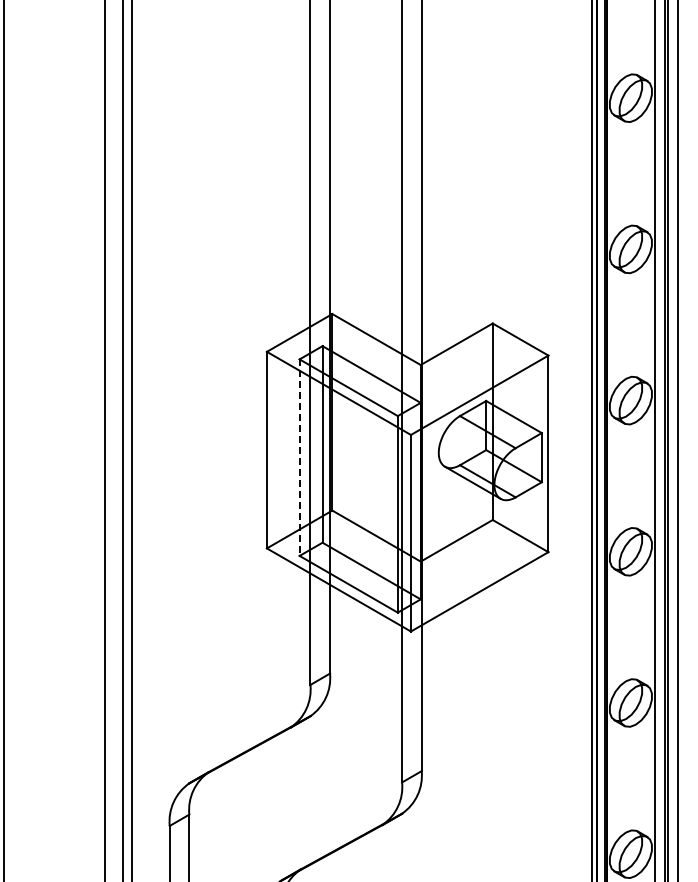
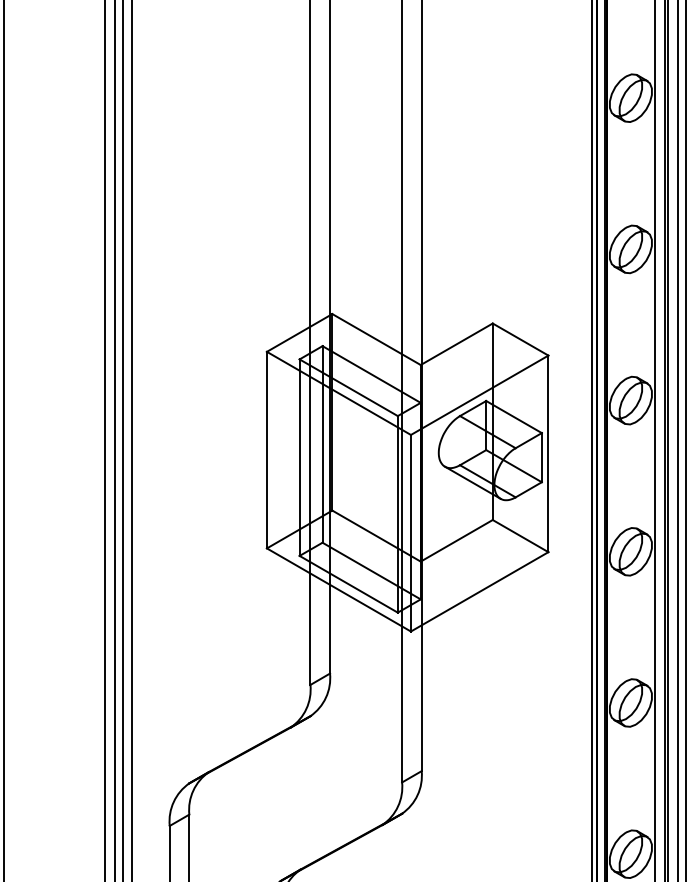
line at (114, 440): none -> present
line at (685, 440): none -> present
line at (299, 458): dashed -> solid
